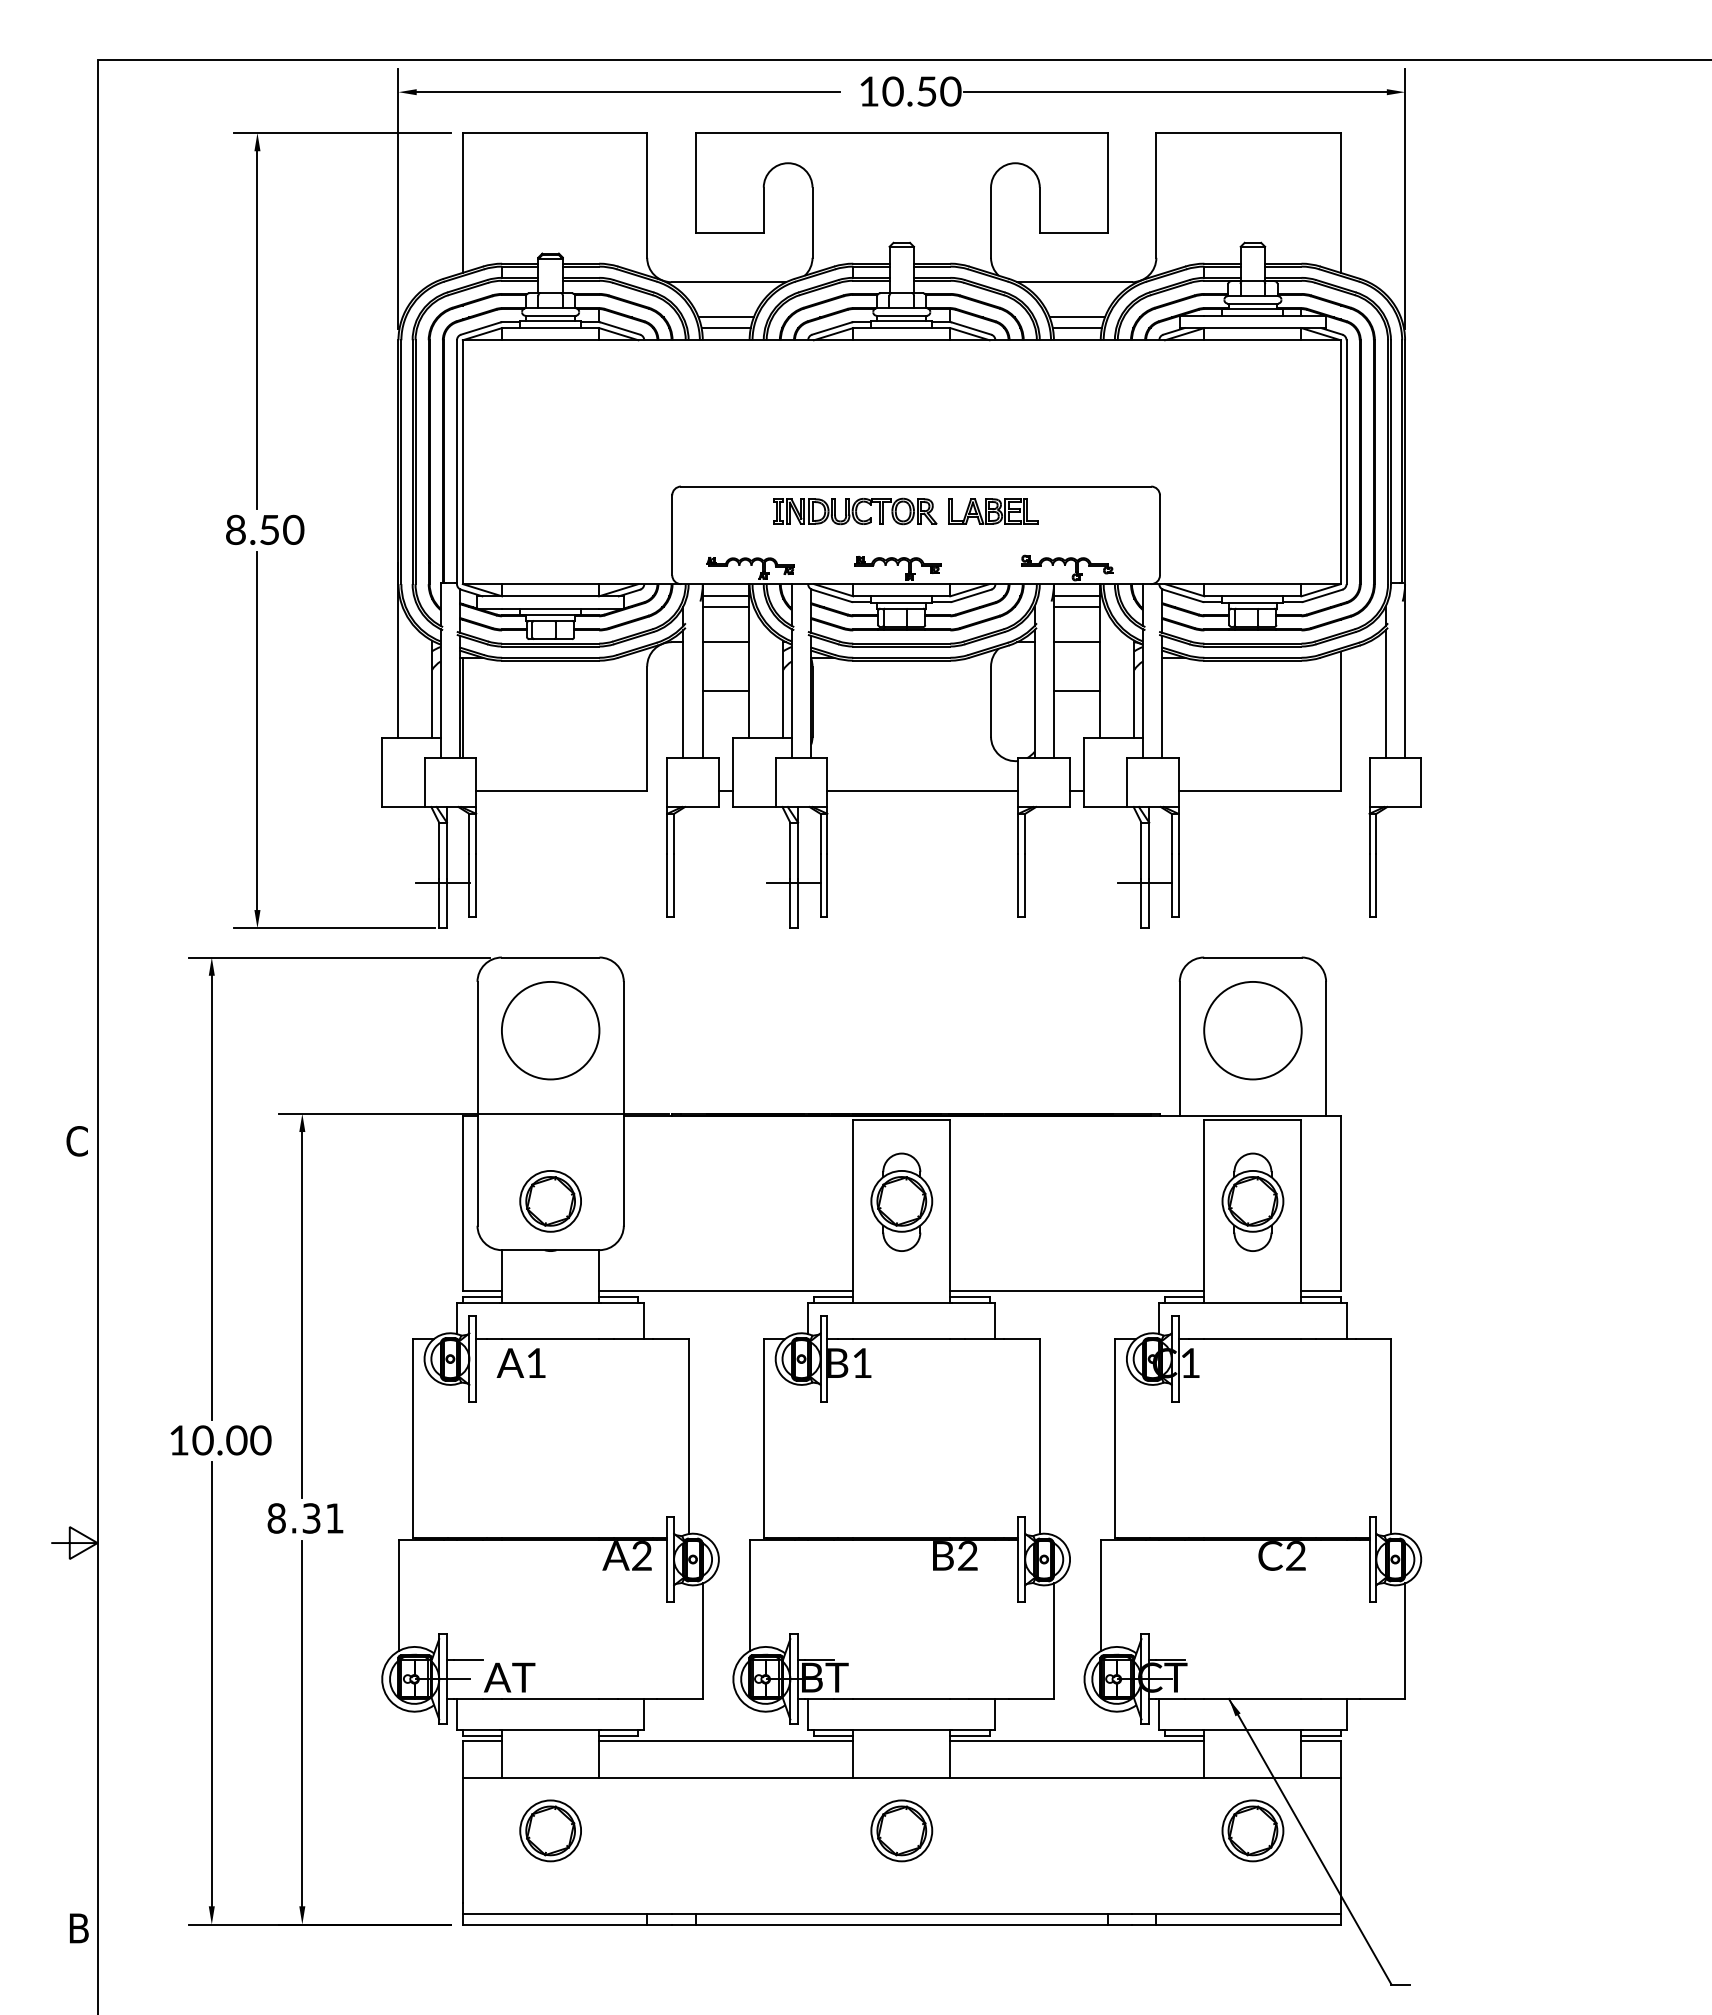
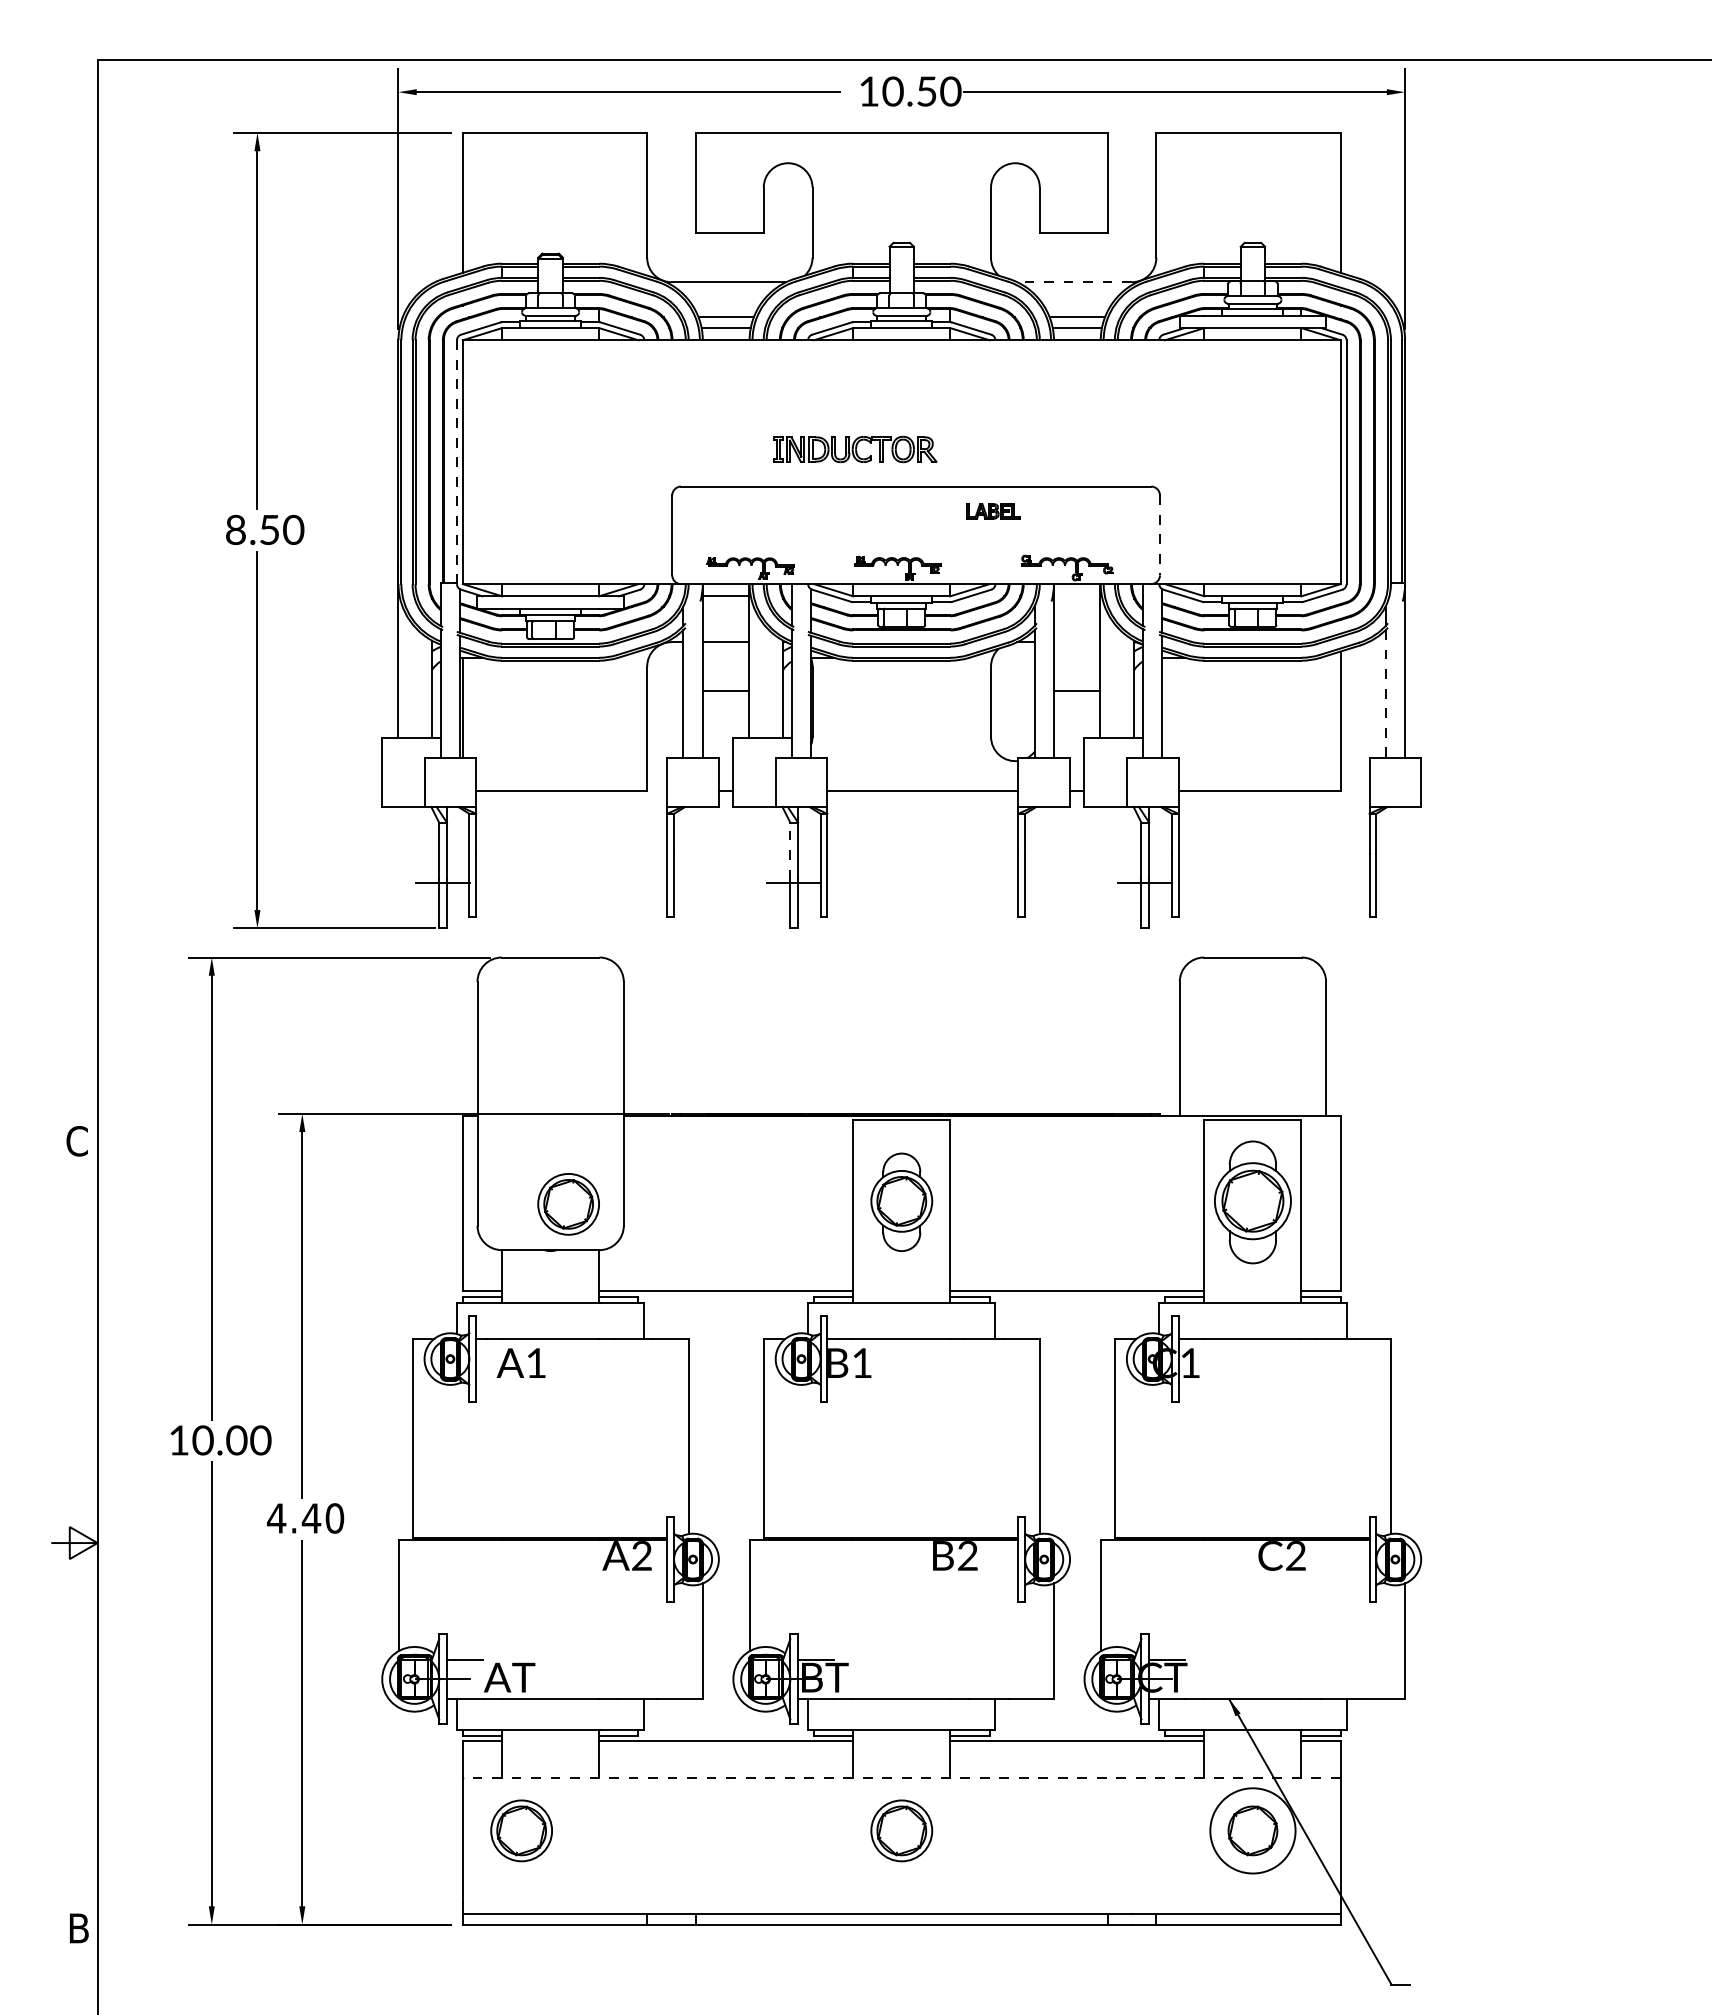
line at (1074, 282): solid -> dashed
line at (457, 462): solid -> dashed
part at (855, 511) position: (855, 511) -> (855, 449)
part at (993, 511) size: 91x27 px -> 55x17 px
line at (1159, 535): solid -> dashed
line at (1076, 596): present -> none
line at (725, 607): present -> none
line at (1076, 607): present -> none
line at (1076, 642): present -> none
line at (1385, 694): solid -> dashed
line at (790, 850): solid -> dashed
circle at (550, 1030): present -> none
circle at (1252, 1030): present -> none
part at (550, 1201) position: (550, 1201) -> (568, 1204)
part at (1252, 1201) size: 64x100 px -> 78x125 px
text at (305, 1518): 8.31 -> 4.40
line at (901, 1778): solid -> dashed
part at (550, 1830) position: (550, 1830) -> (521, 1830)
circle at (1252, 1830) diameter: 61 px -> 85 px
